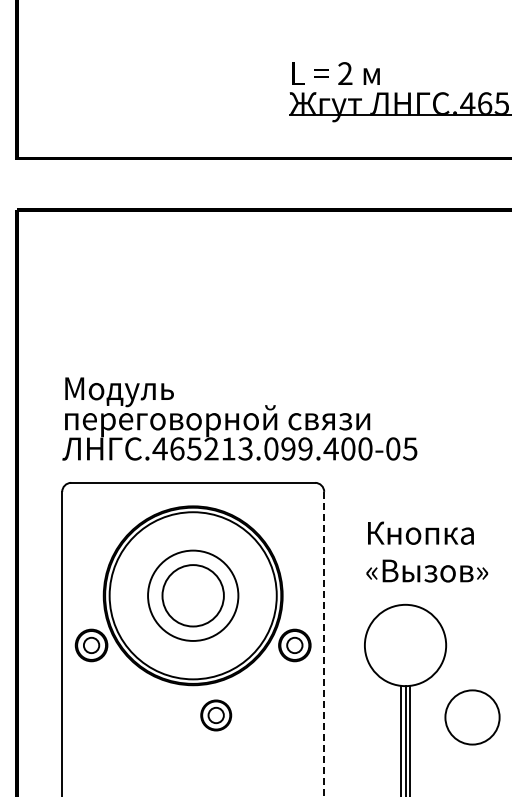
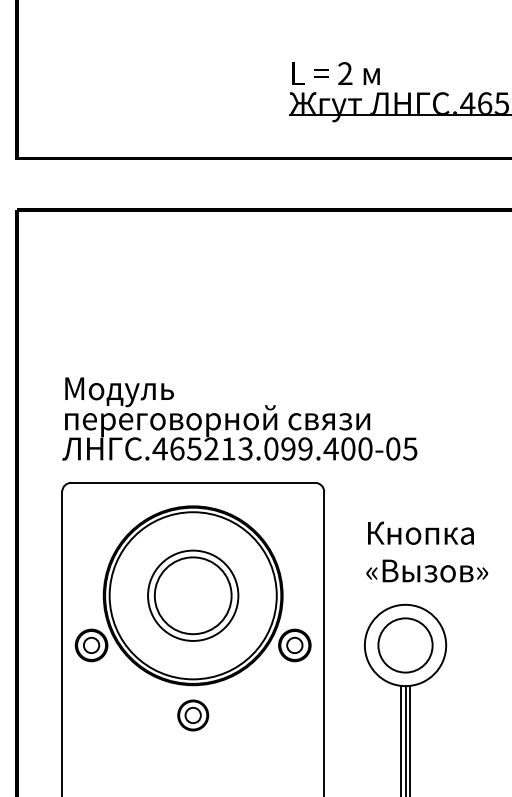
circle at (192, 595) diameter: 61 px -> 77 px
line at (324, 644): dashed -> solid
part at (216, 715) position: (216, 715) -> (193, 715)
circle at (472, 717) position: (472, 717) -> (405, 645)
